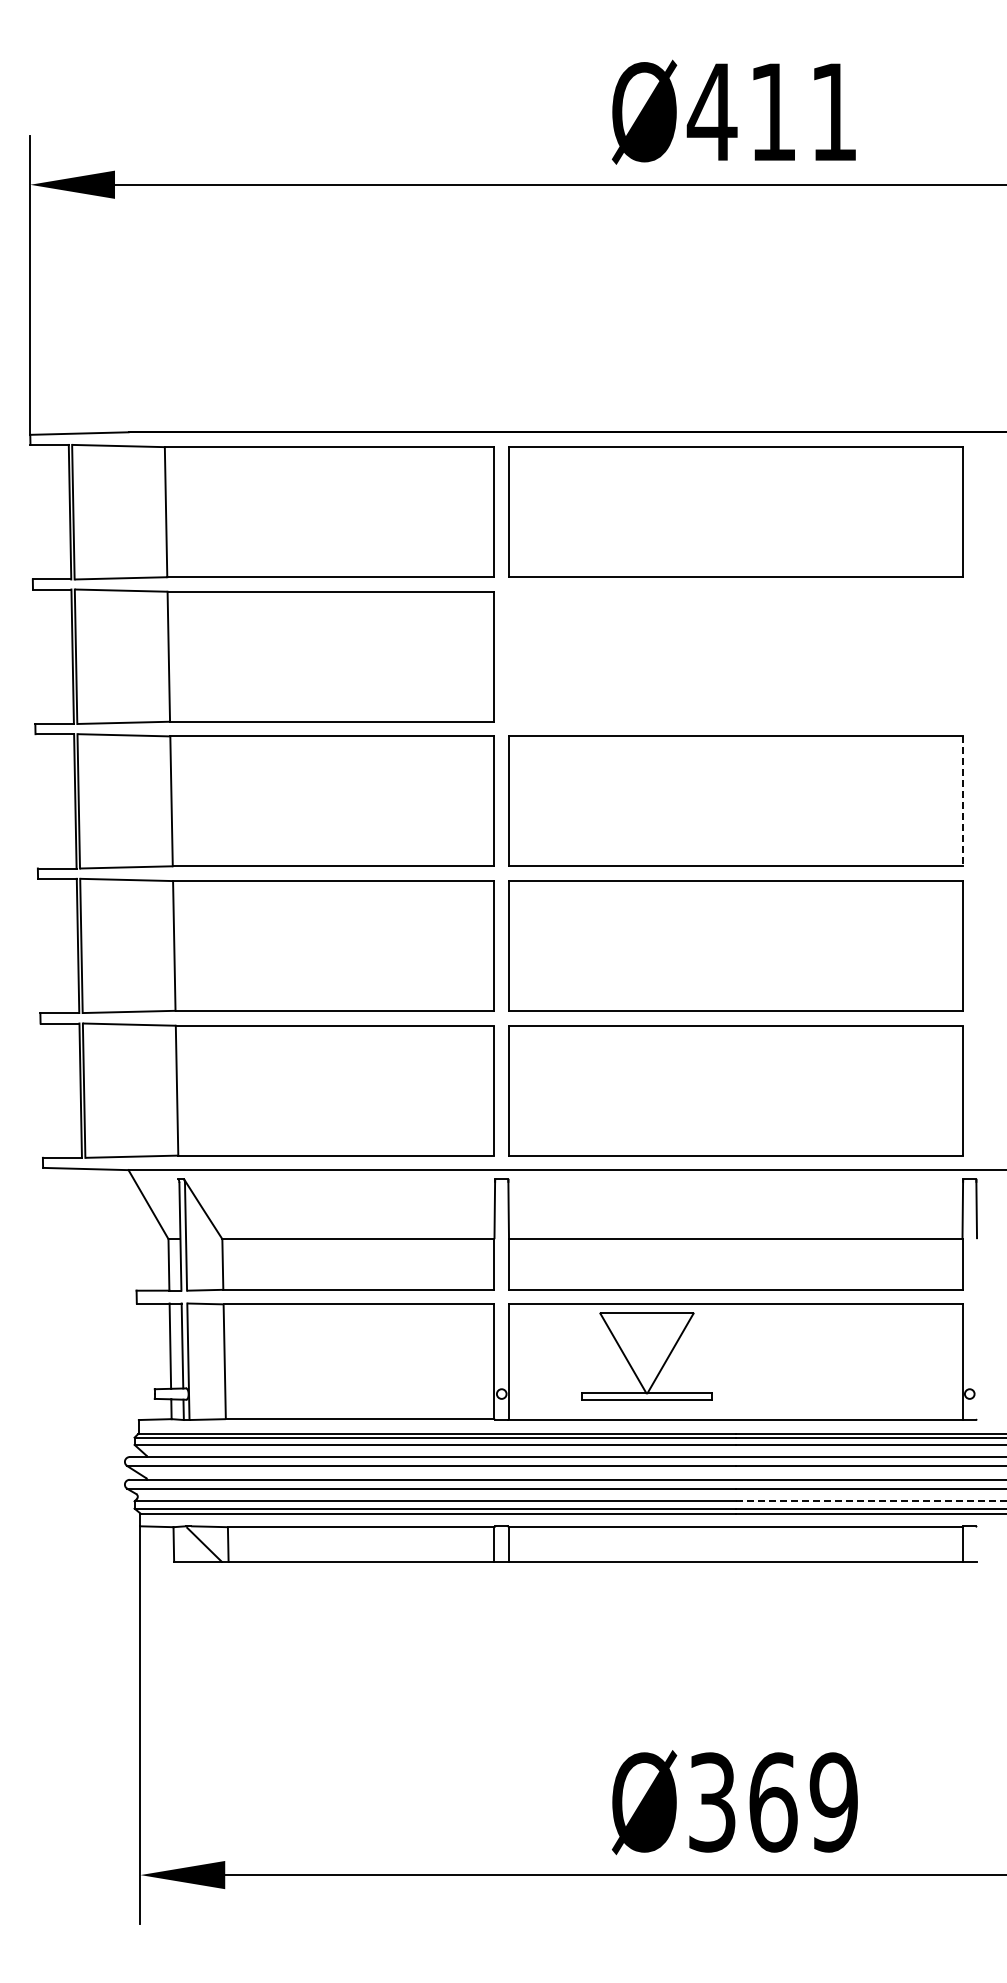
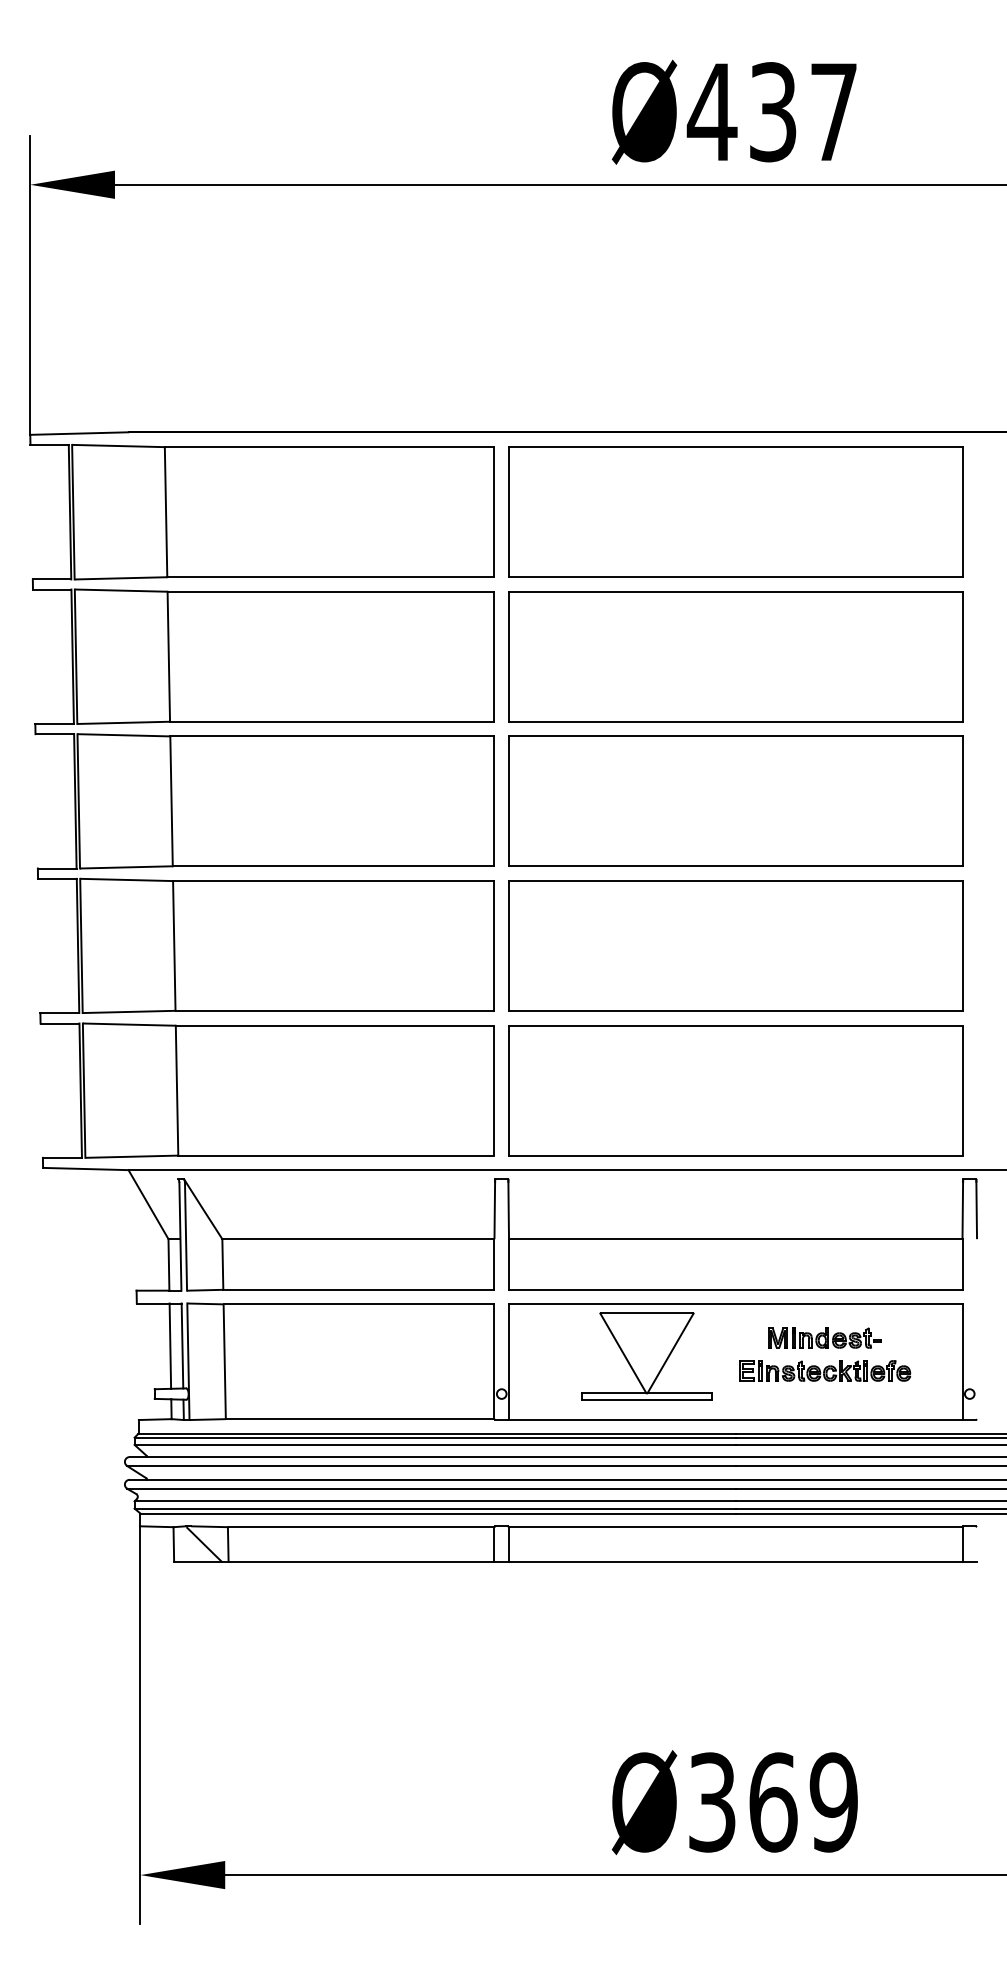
text at (803, 112): Ø411 -> Ø437
part at (735, 656): none -> present
line at (962, 801): dashed -> solid
part at (824, 1337): none -> present
part at (825, 1370): none -> present
line at (870, 1501): dashed -> solid
